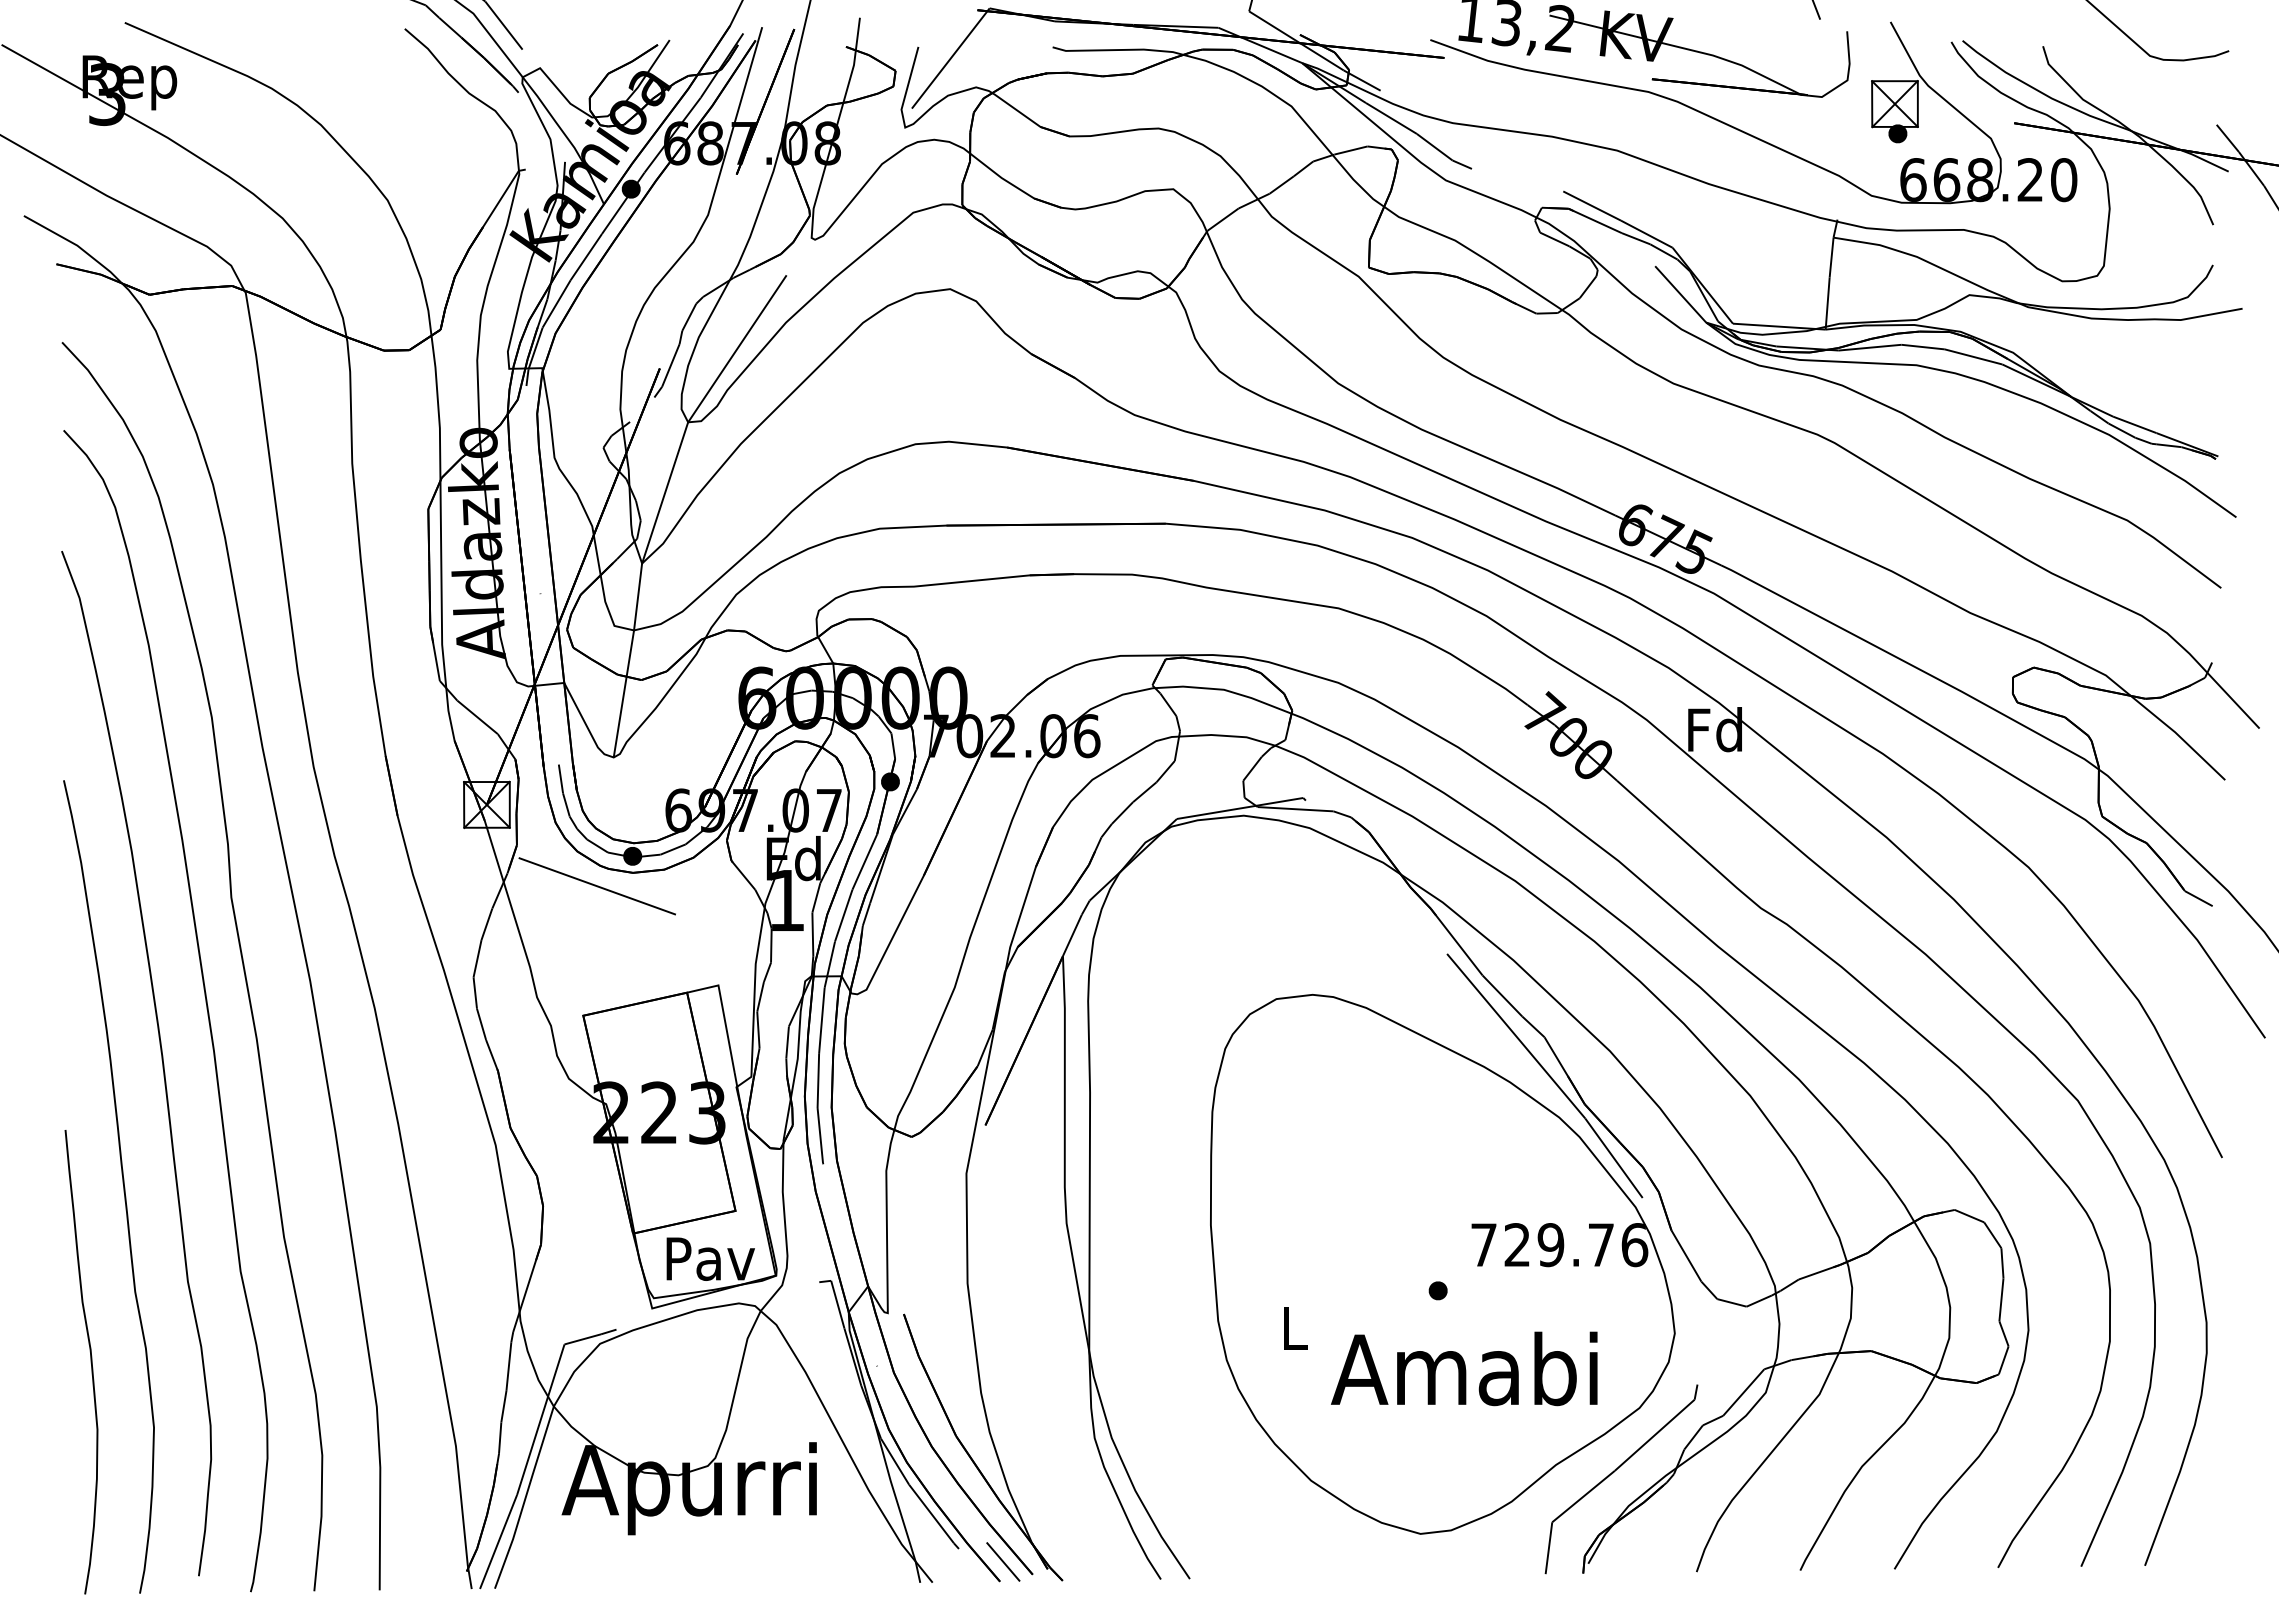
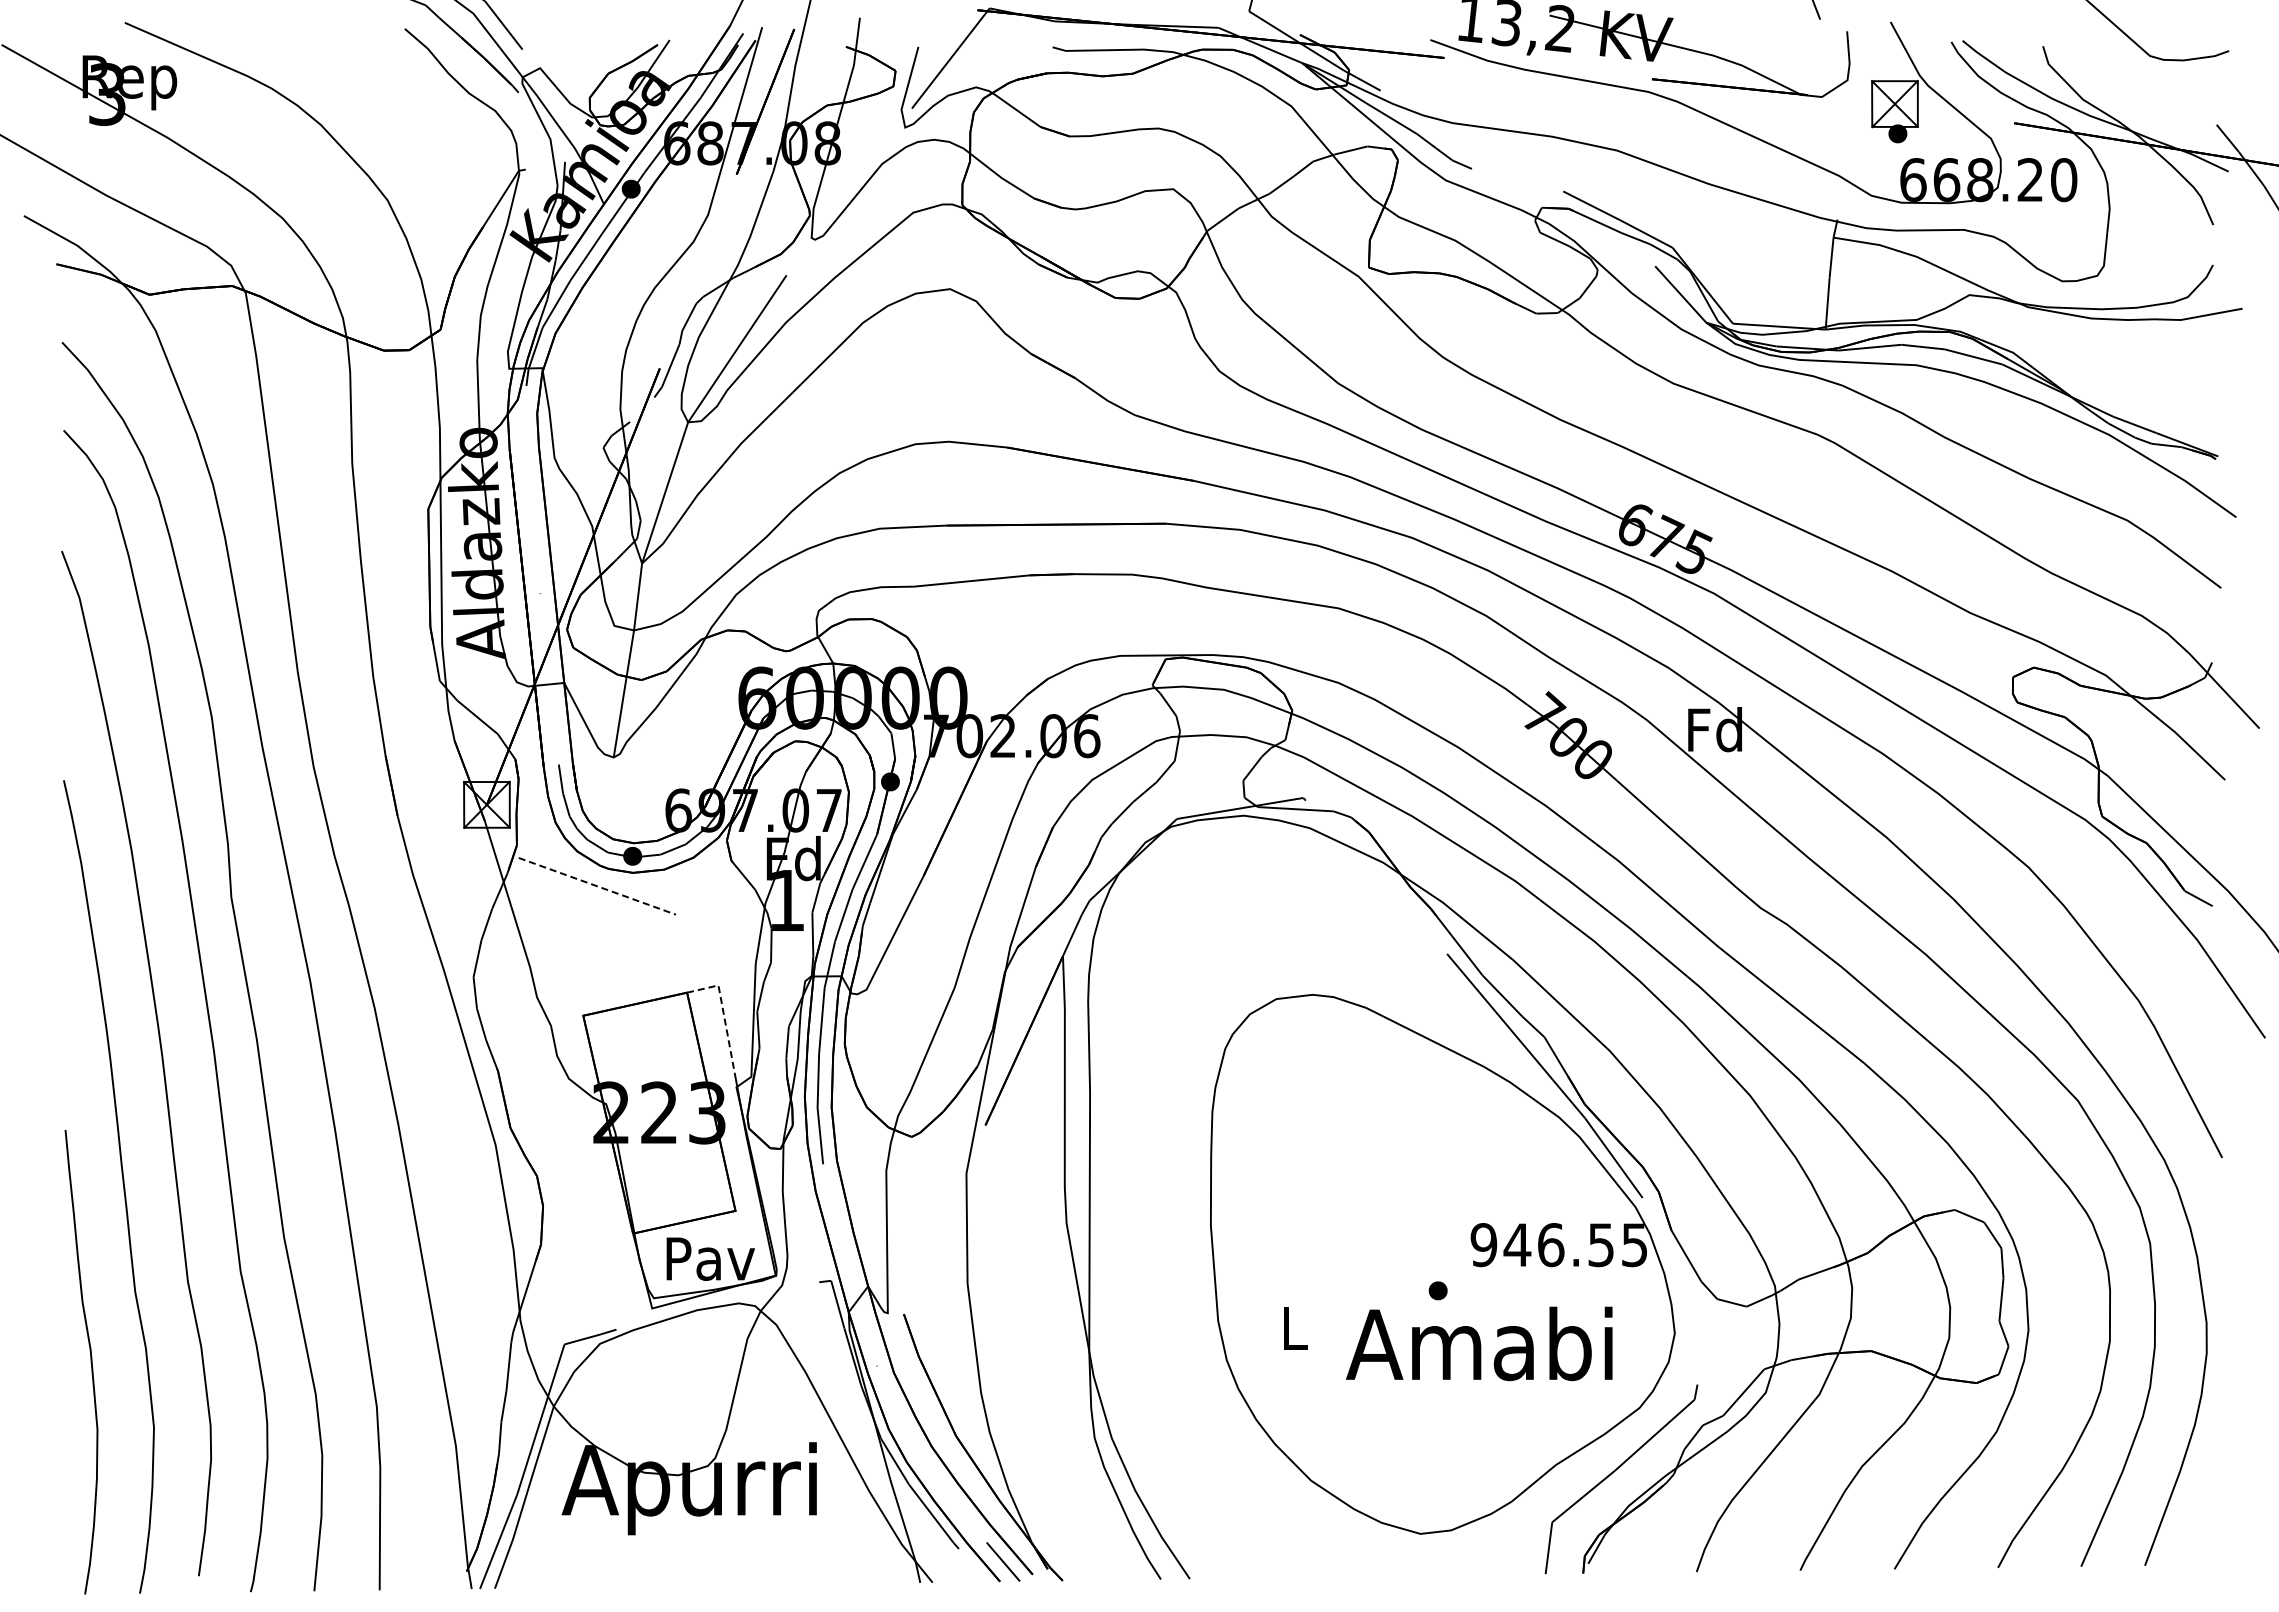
line at (597, 886): solid -> dashed
line at (723, 1012): solid -> dashed
text at (1559, 1245): 729.76 -> 946.55
text at (1464, 1368) position: (1464, 1368) -> (1479, 1343)
